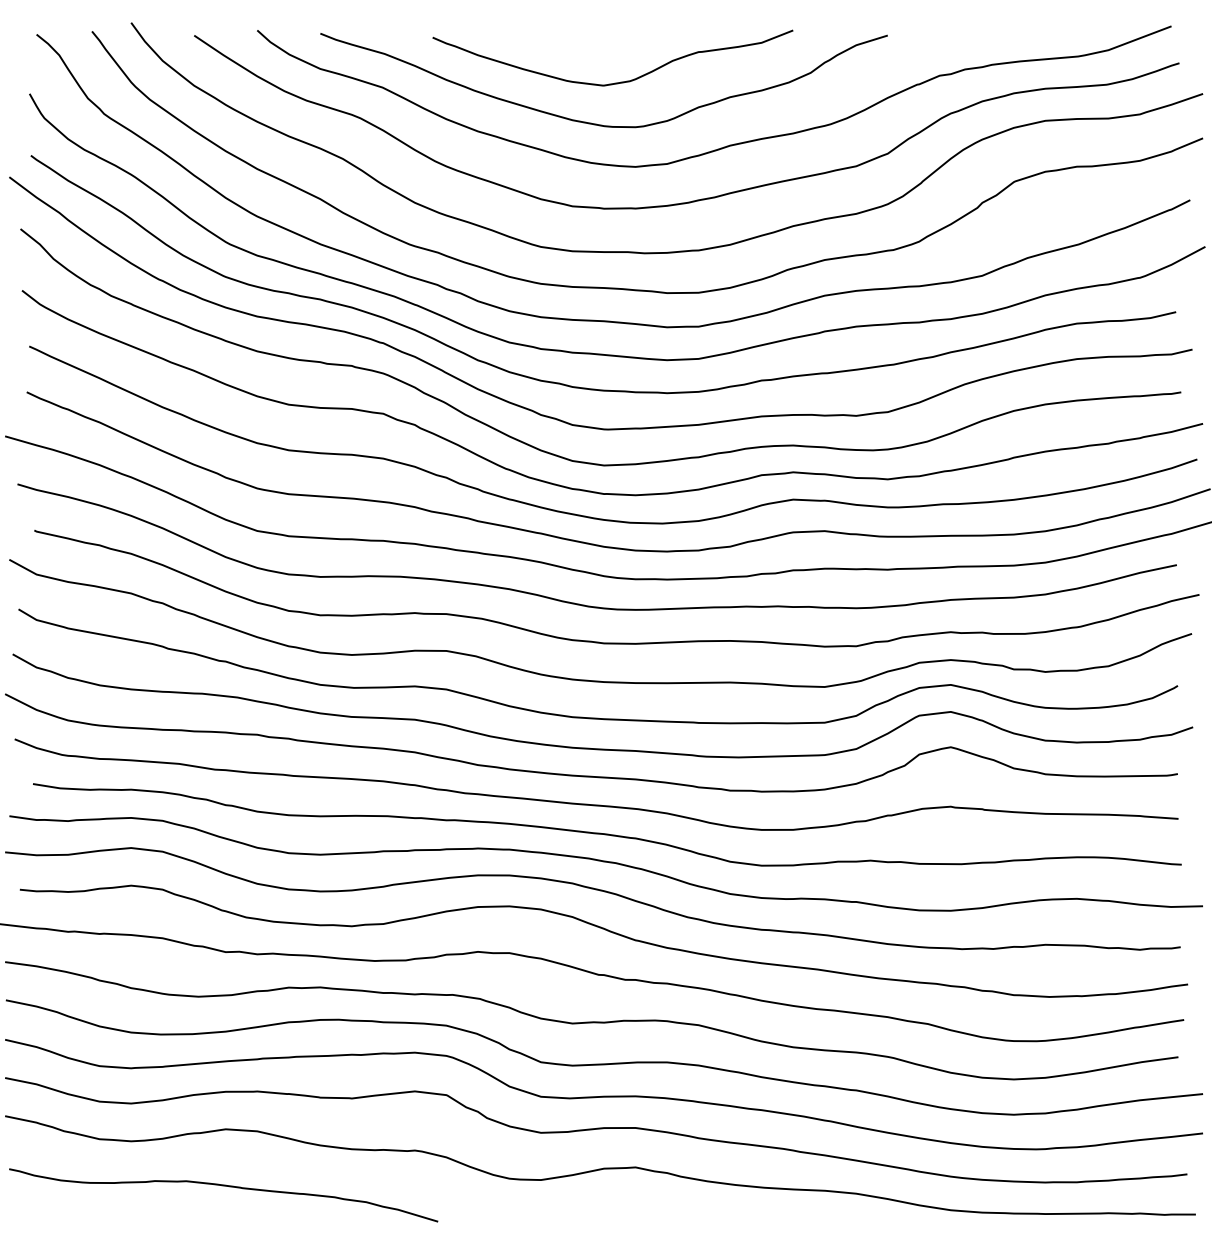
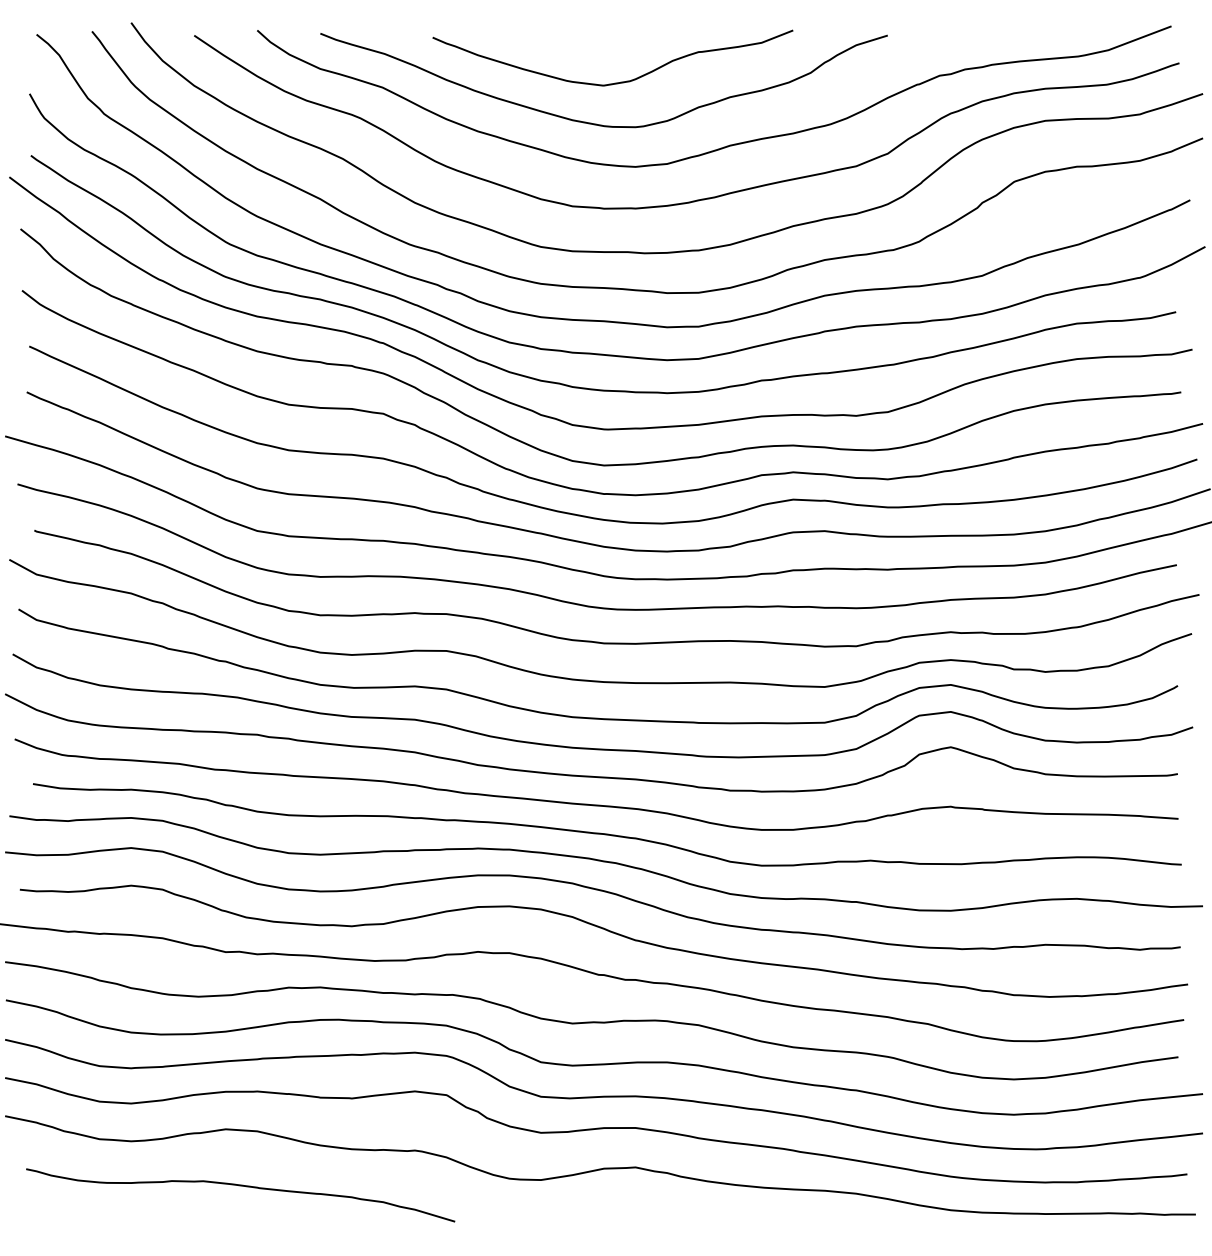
curve at (223, 1186) position: (223, 1186) -> (240, 1186)
